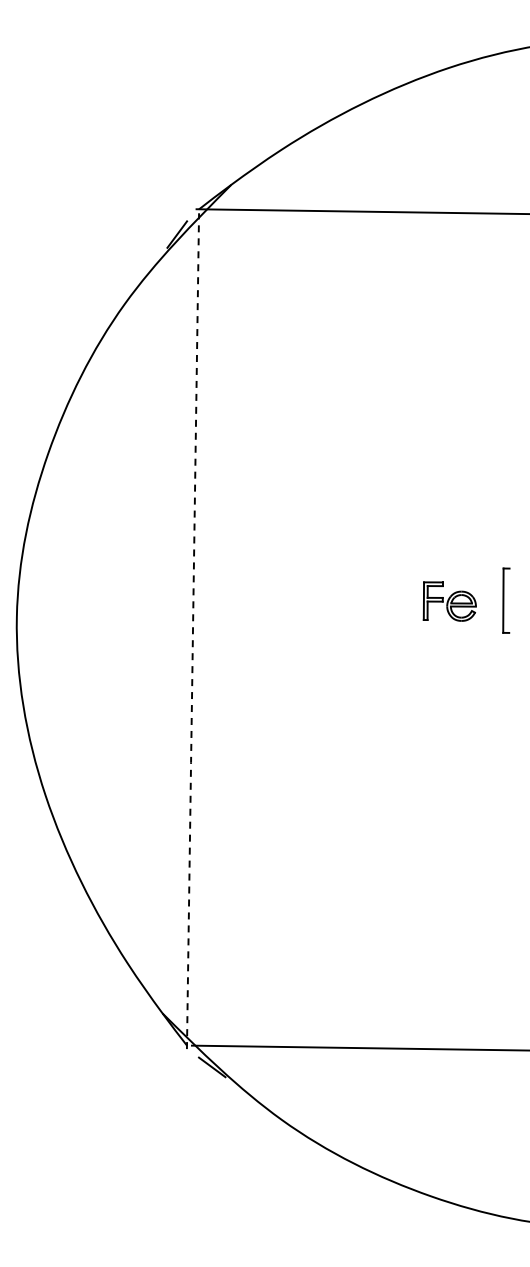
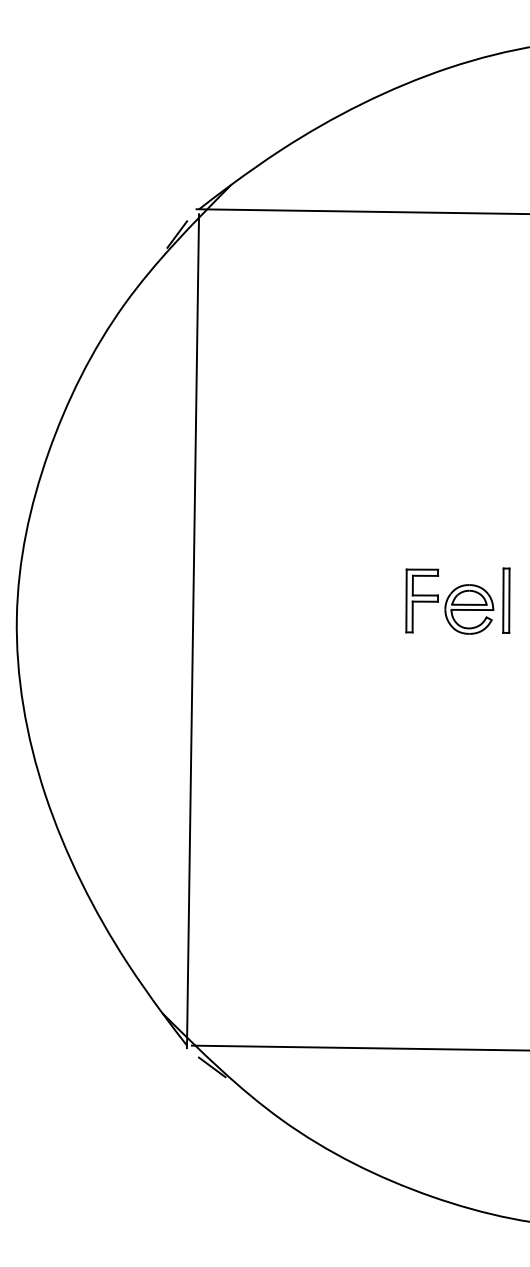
line at (509, 600): none -> present
part at (449, 601) size: 55x41 px -> 90x67 px
line at (192, 630): dashed -> solid
